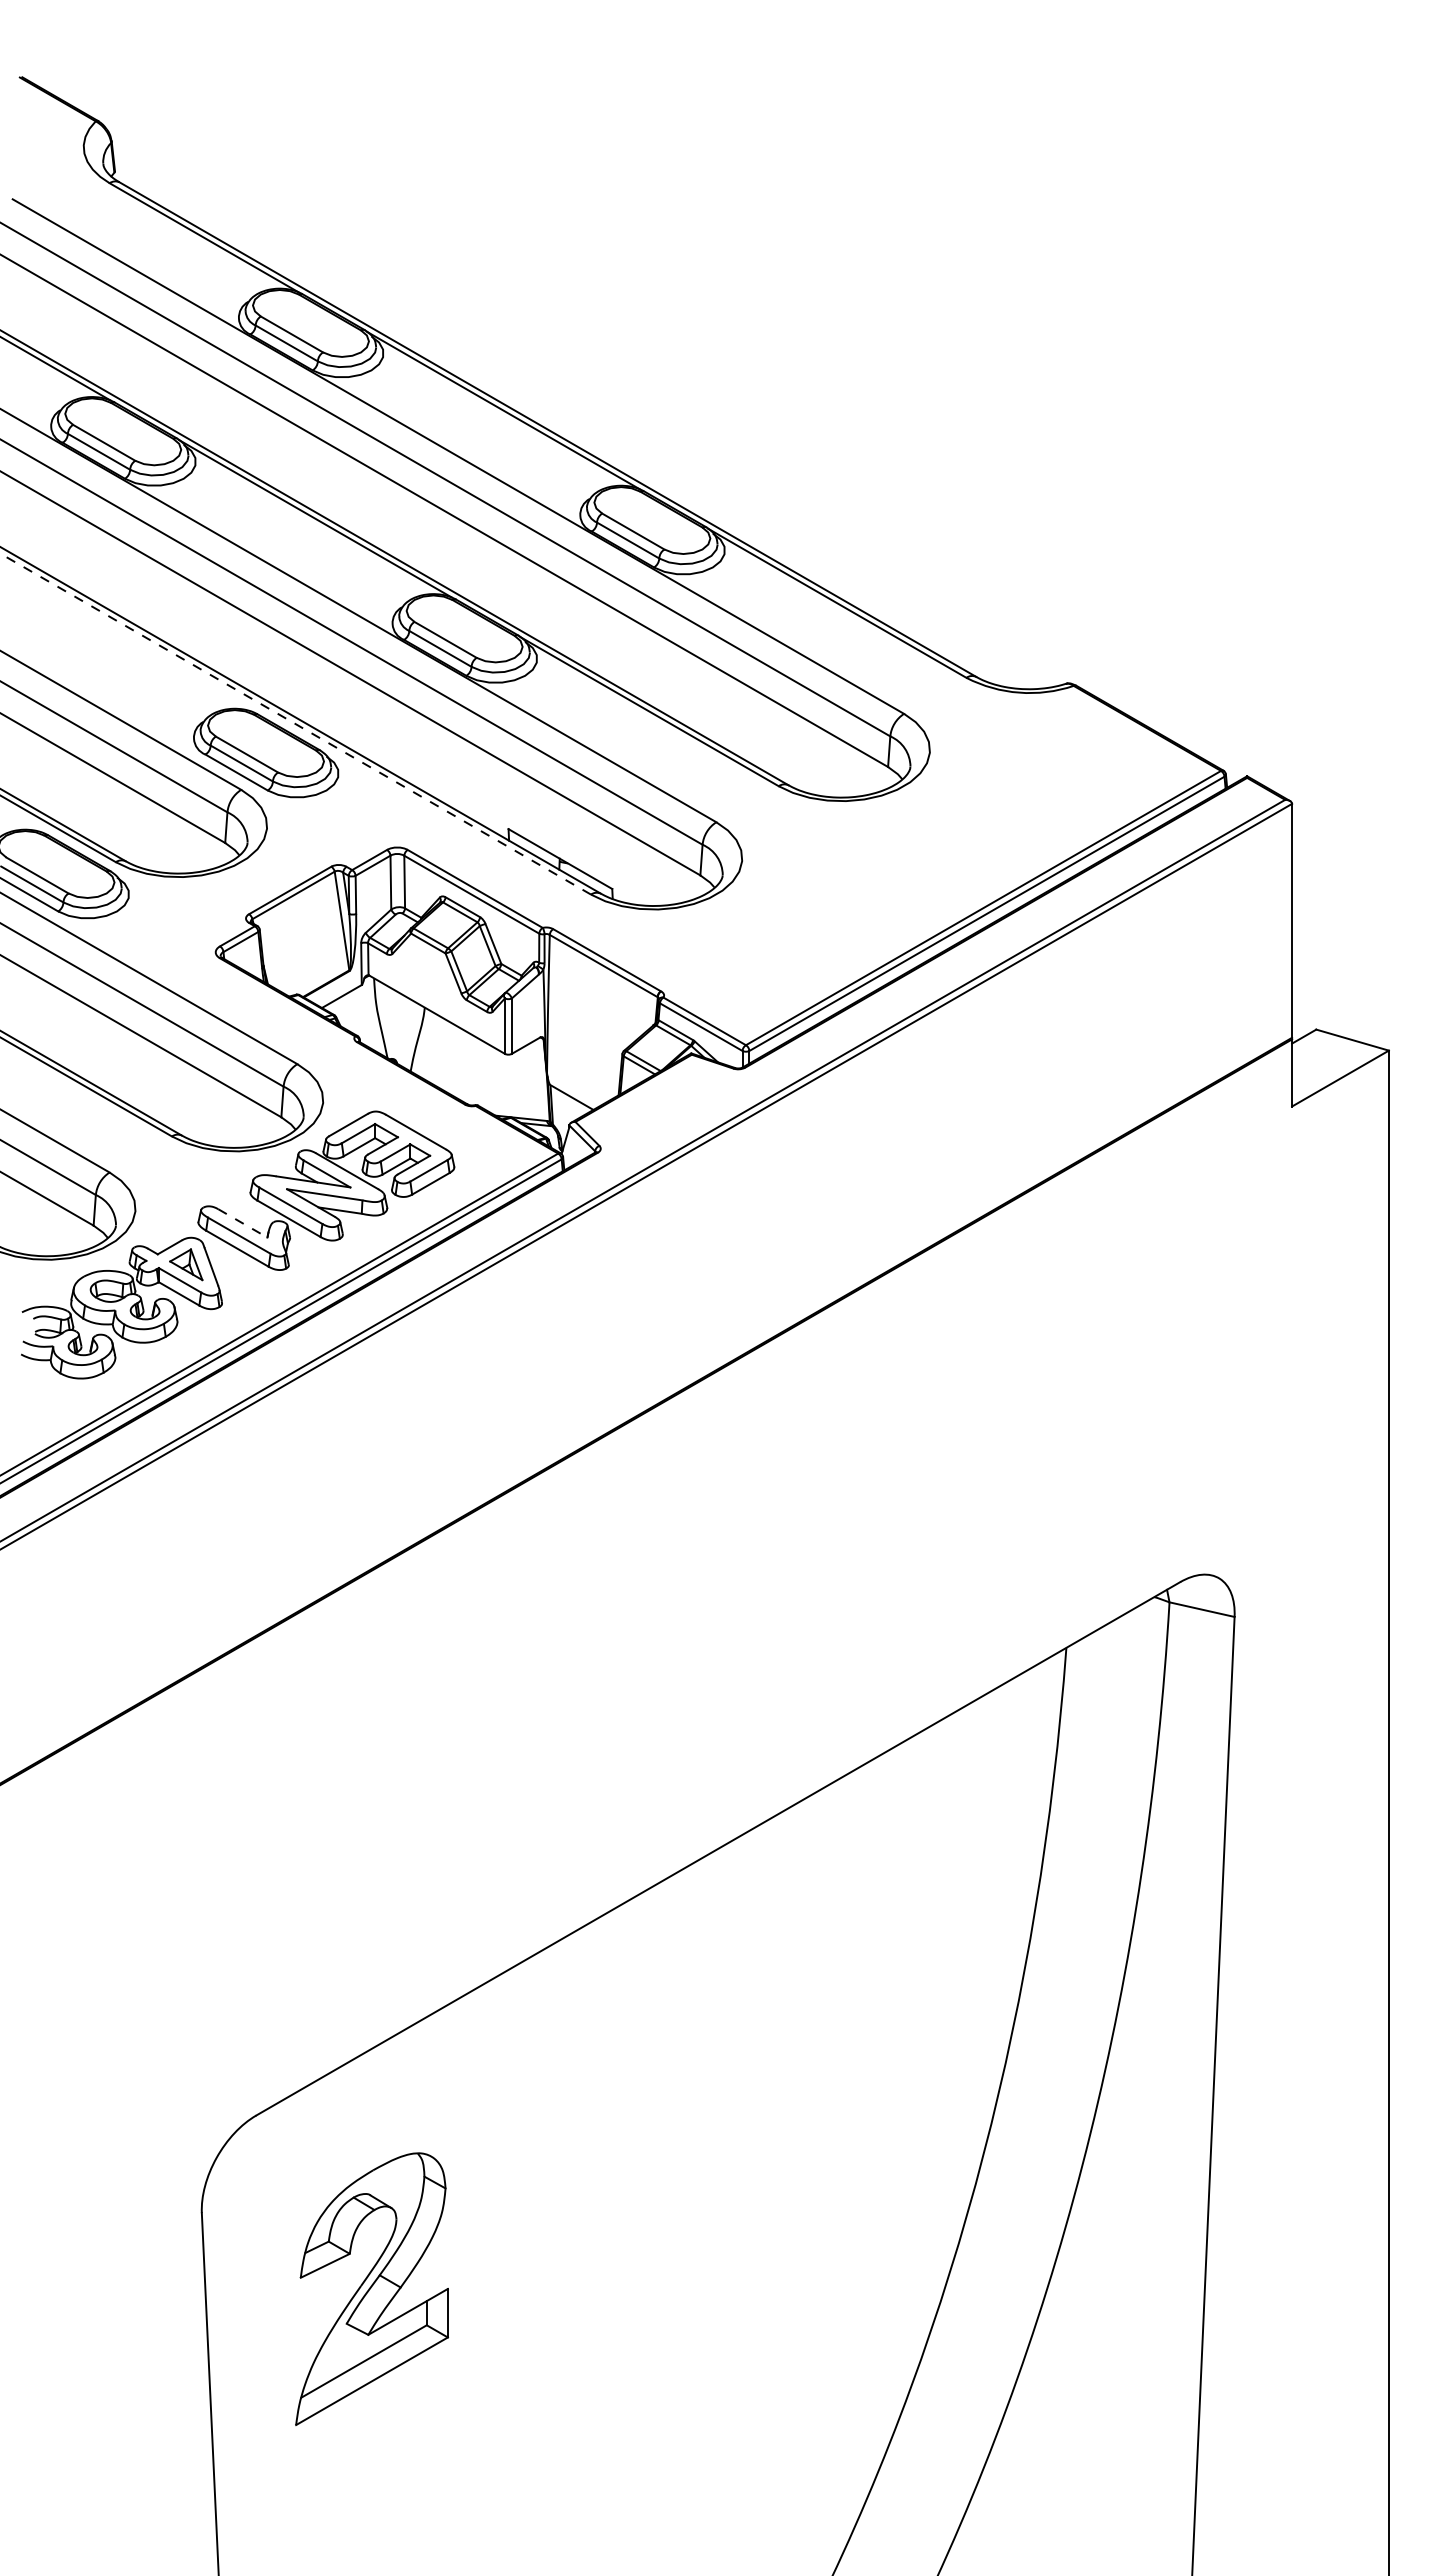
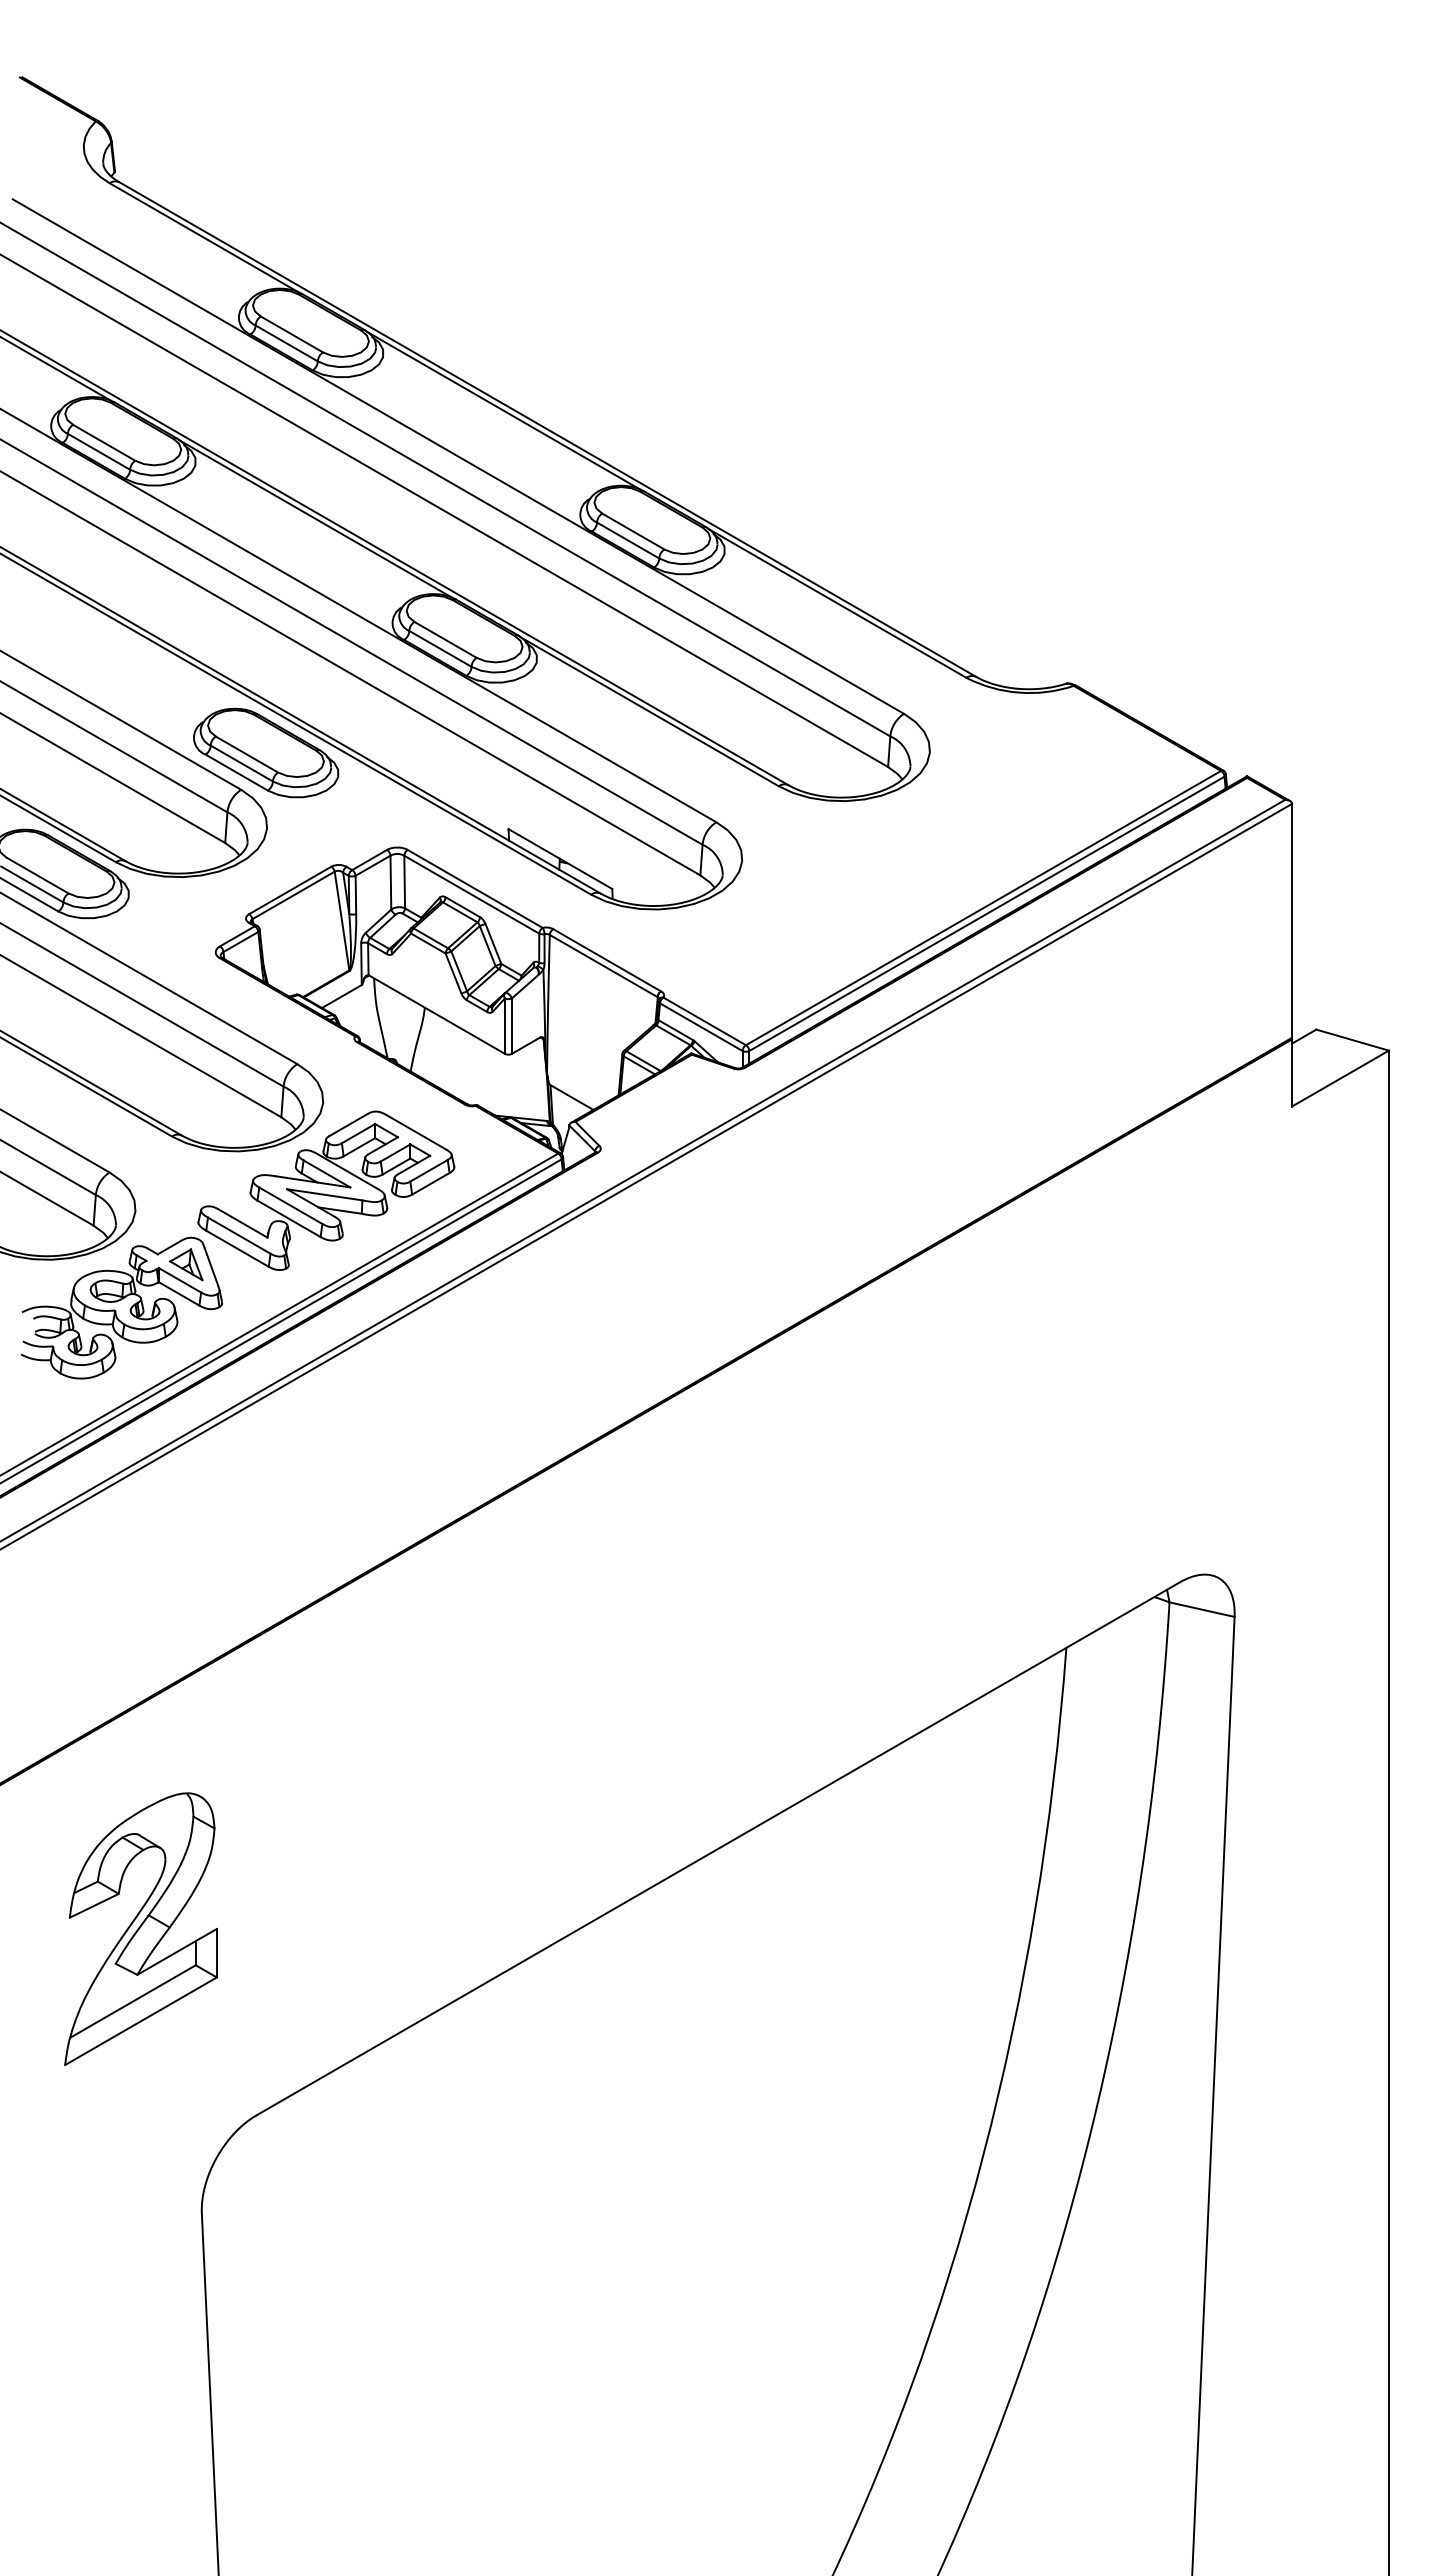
line at (295, 724): dashed -> solid
line at (243, 1223): dashed -> solid
part at (371, 2288) position: (371, 2288) -> (140, 1928)
